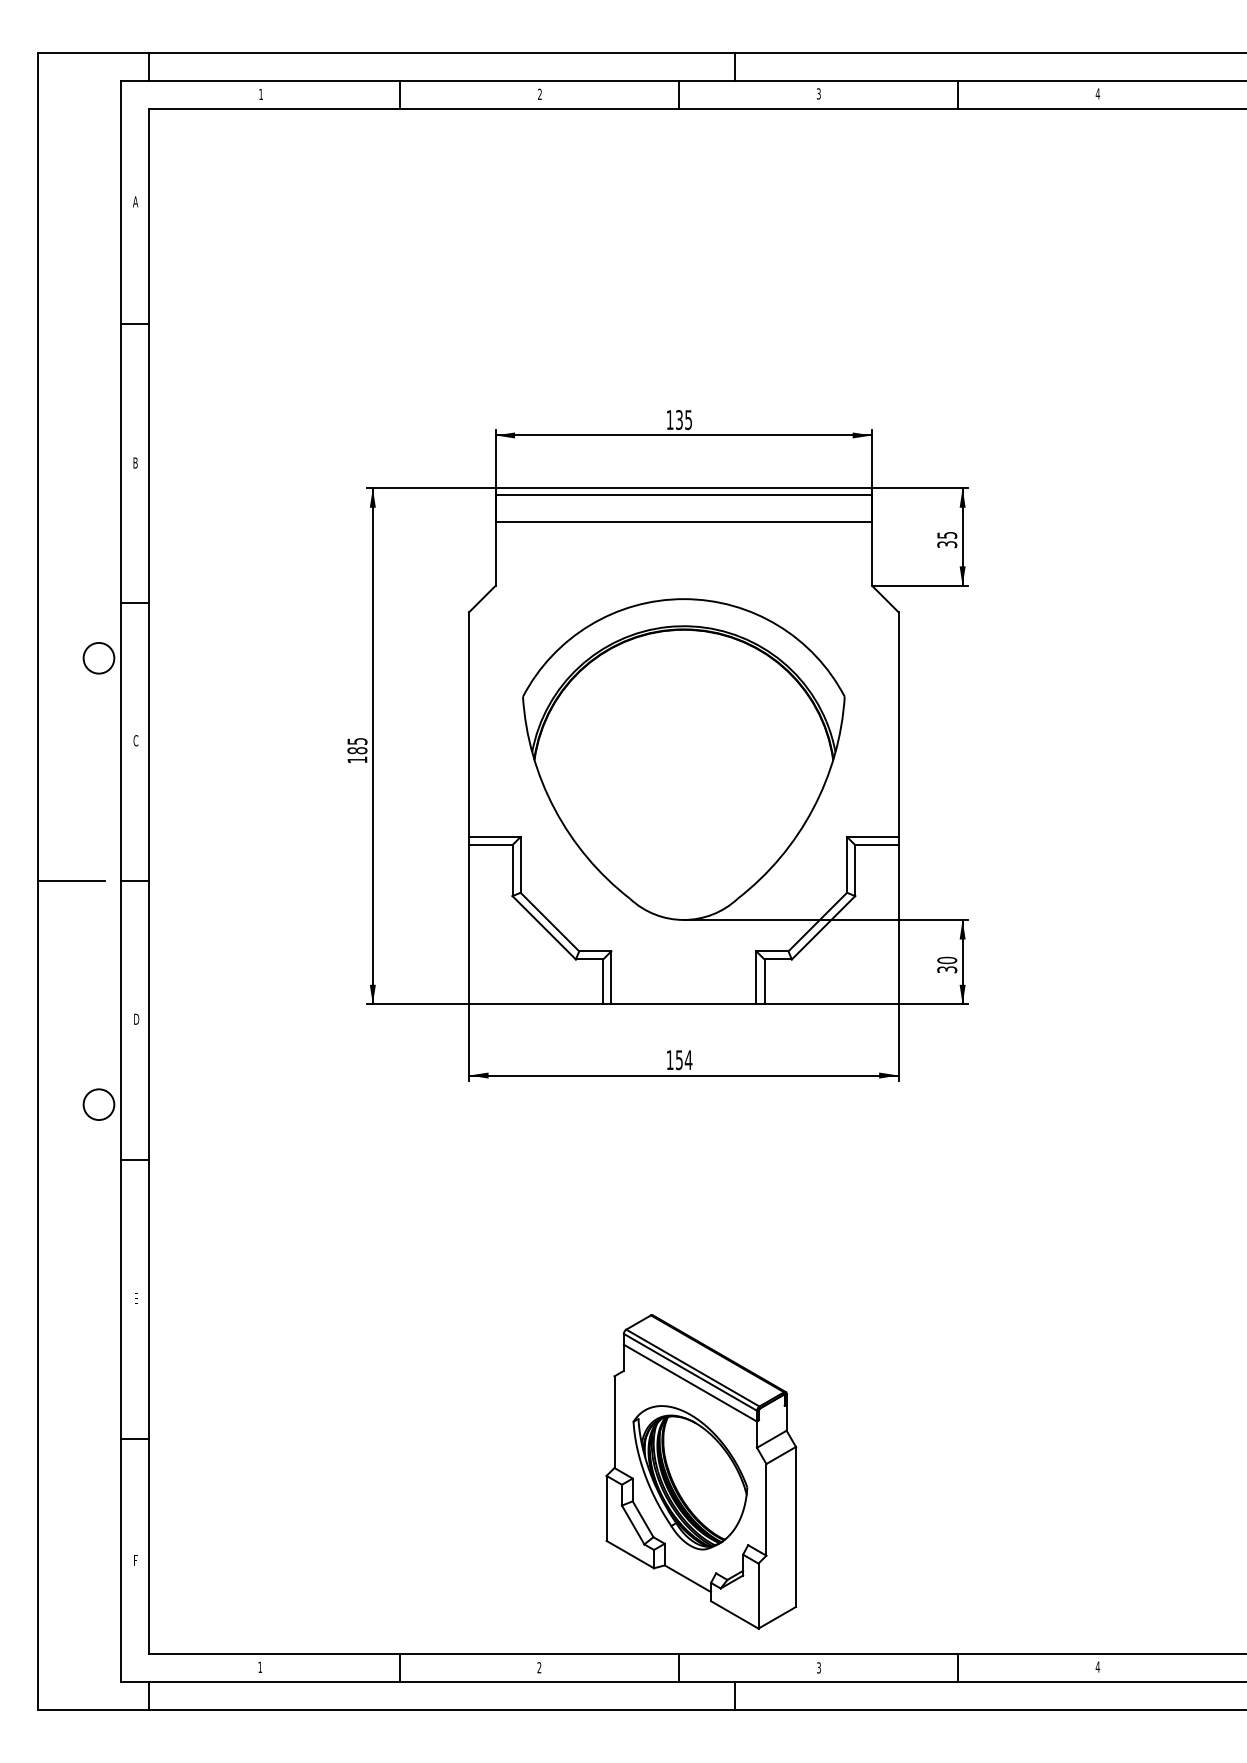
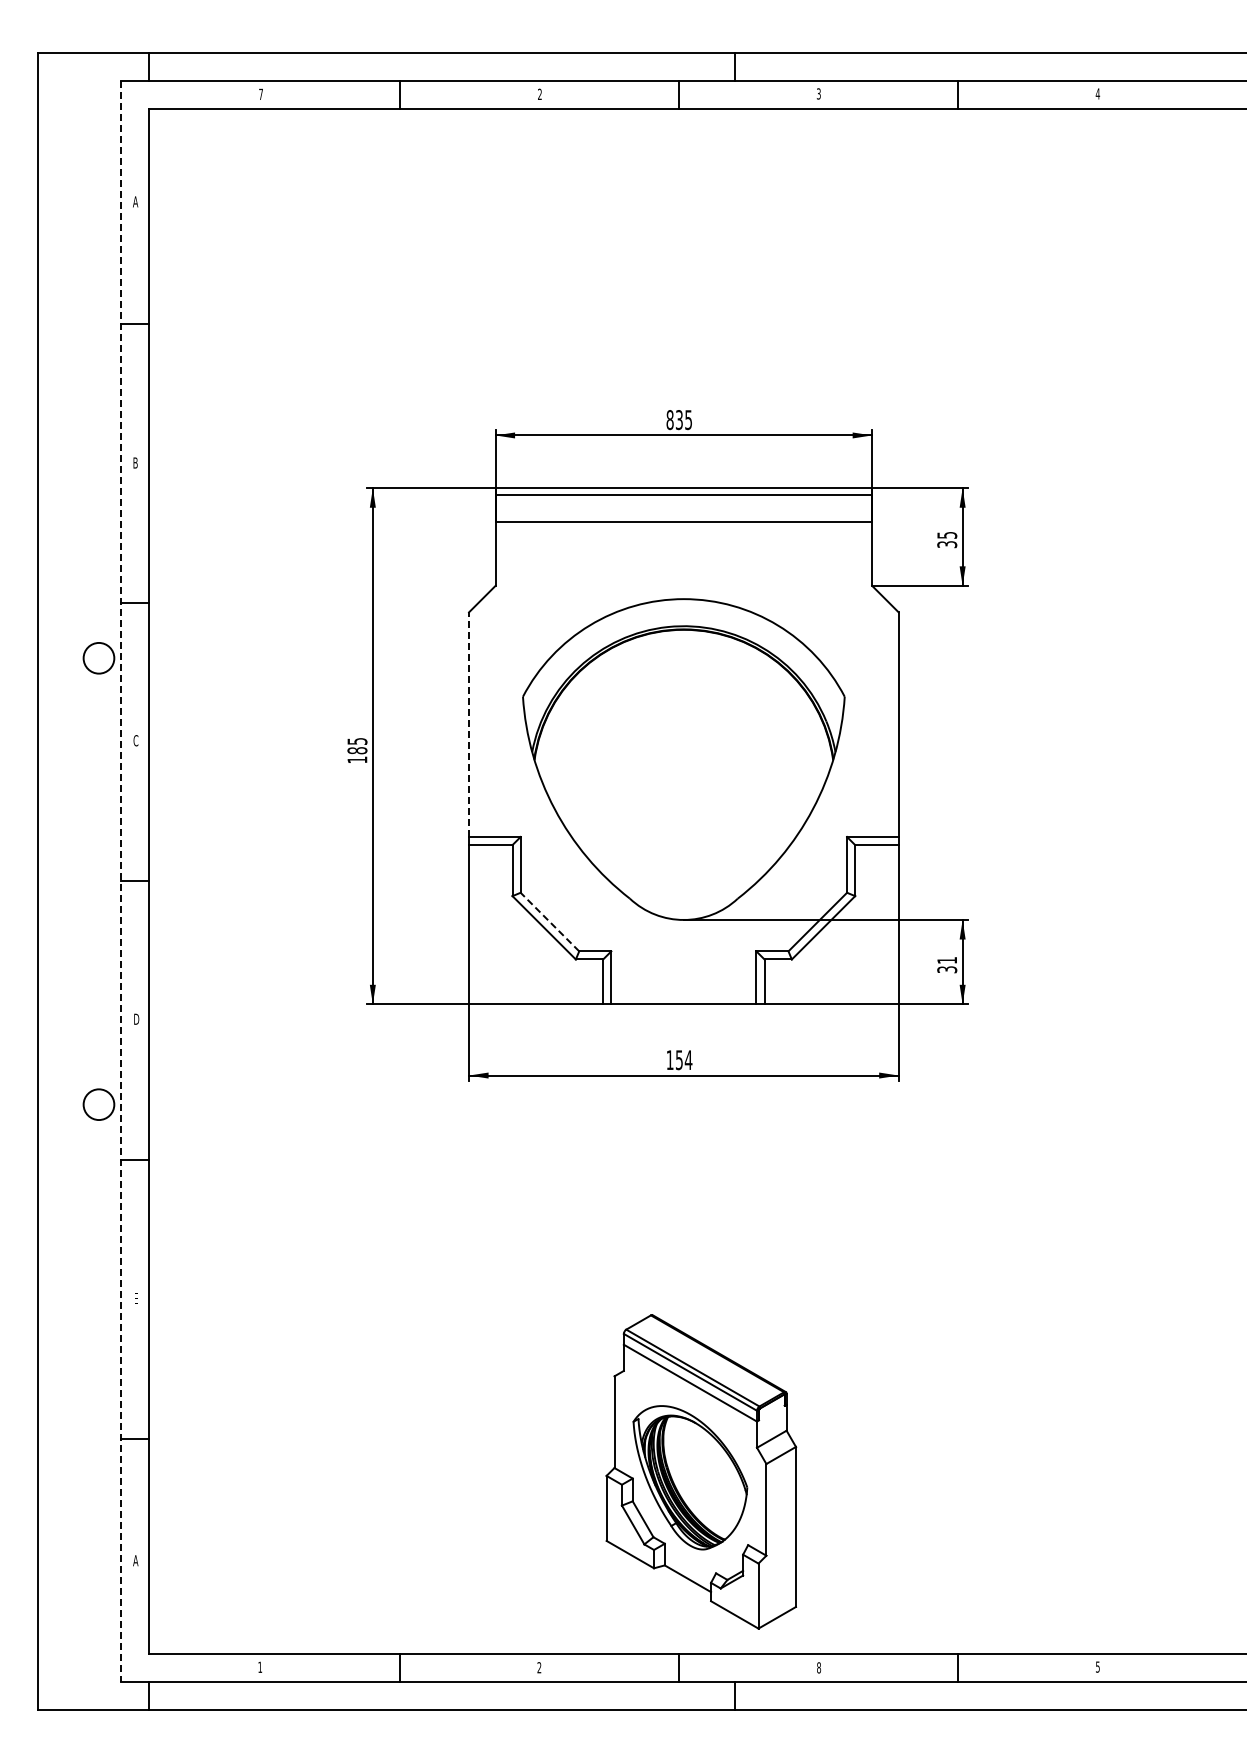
text at (260, 93): 1 -> 7
text at (669, 420): 135 -> 835
line at (469, 724): solid -> dashed
line at (70, 881): present -> none
line at (121, 881): solid -> dashed
line at (549, 921): solid -> dashed
text at (947, 960): 30 -> 31
text at (135, 1560): F -> A
text at (1097, 1666): 4 -> 5
text at (819, 1667): 3 -> 8
